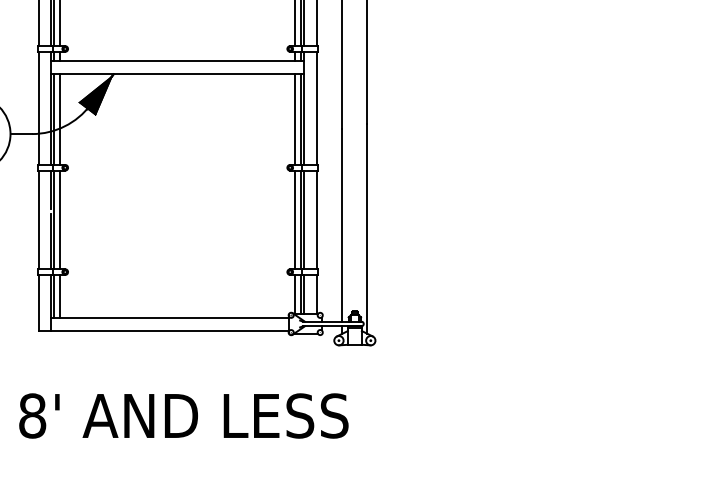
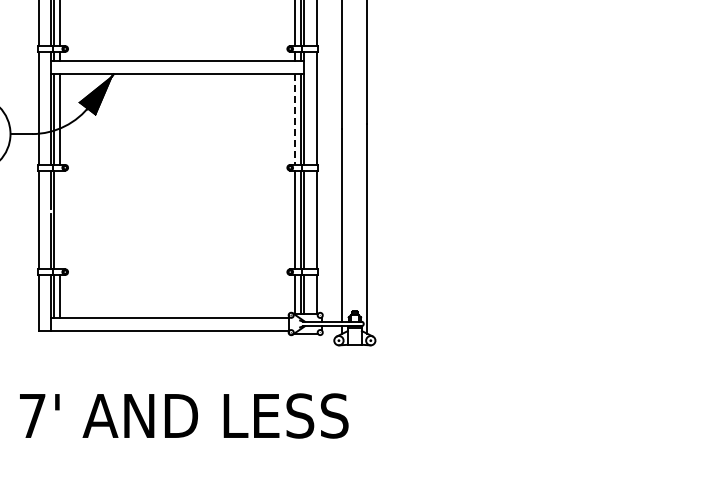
line at (295, 120): solid -> dashed
line at (60, 219): present -> none
text at (32, 415): 8' -> 7'
